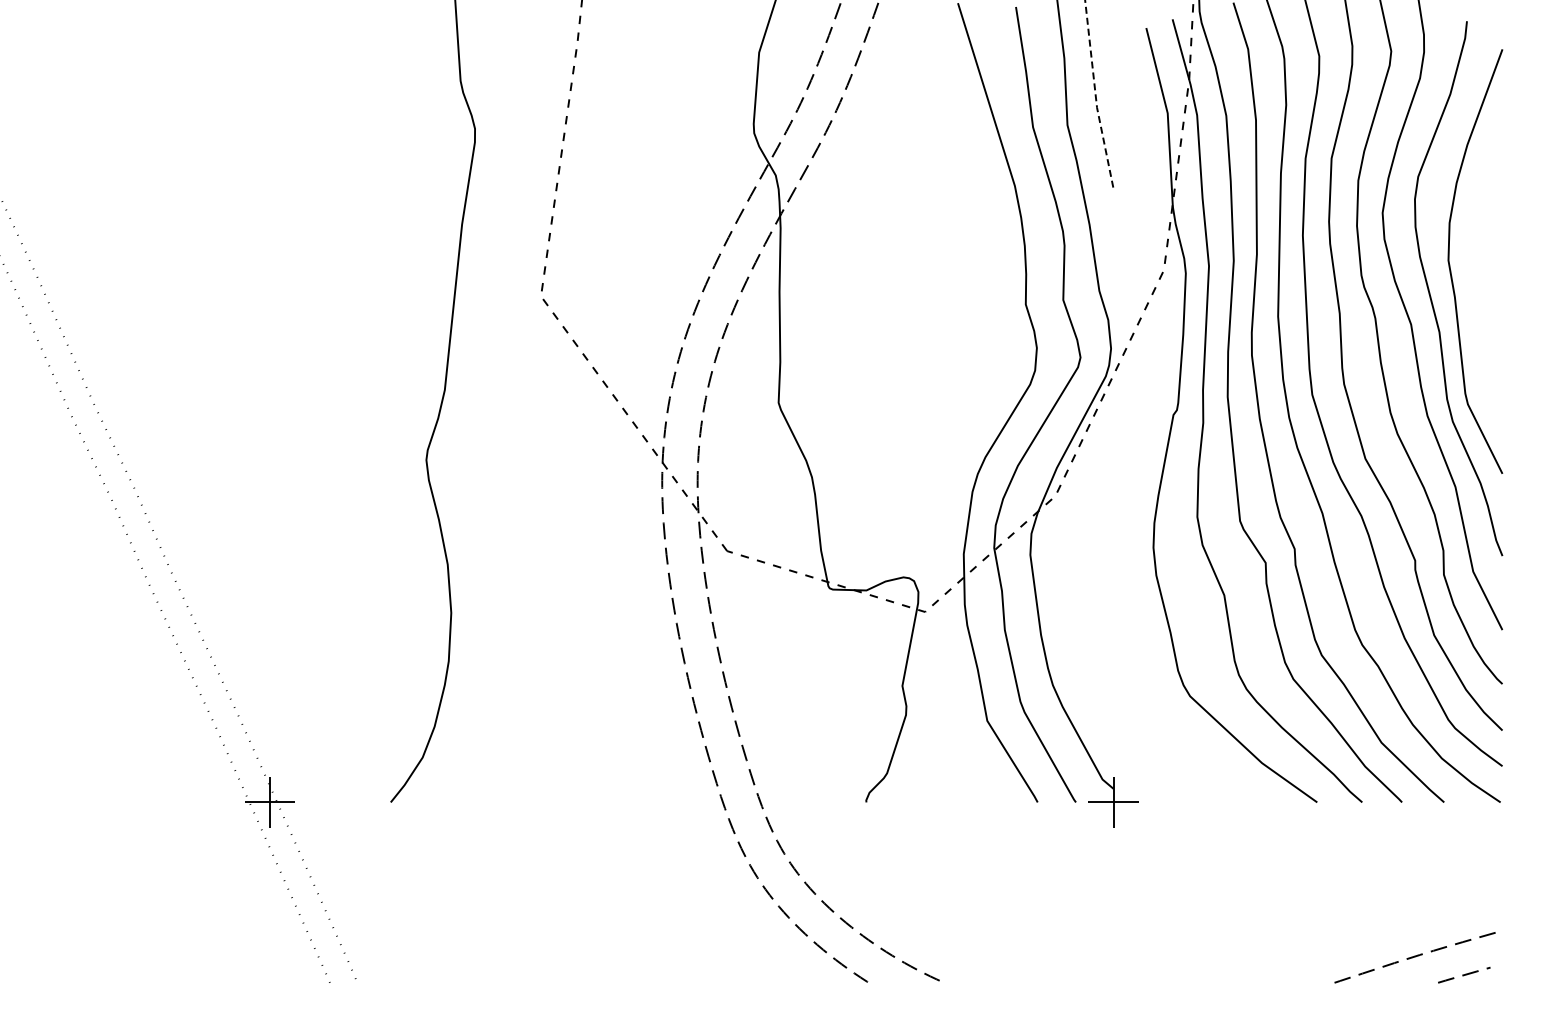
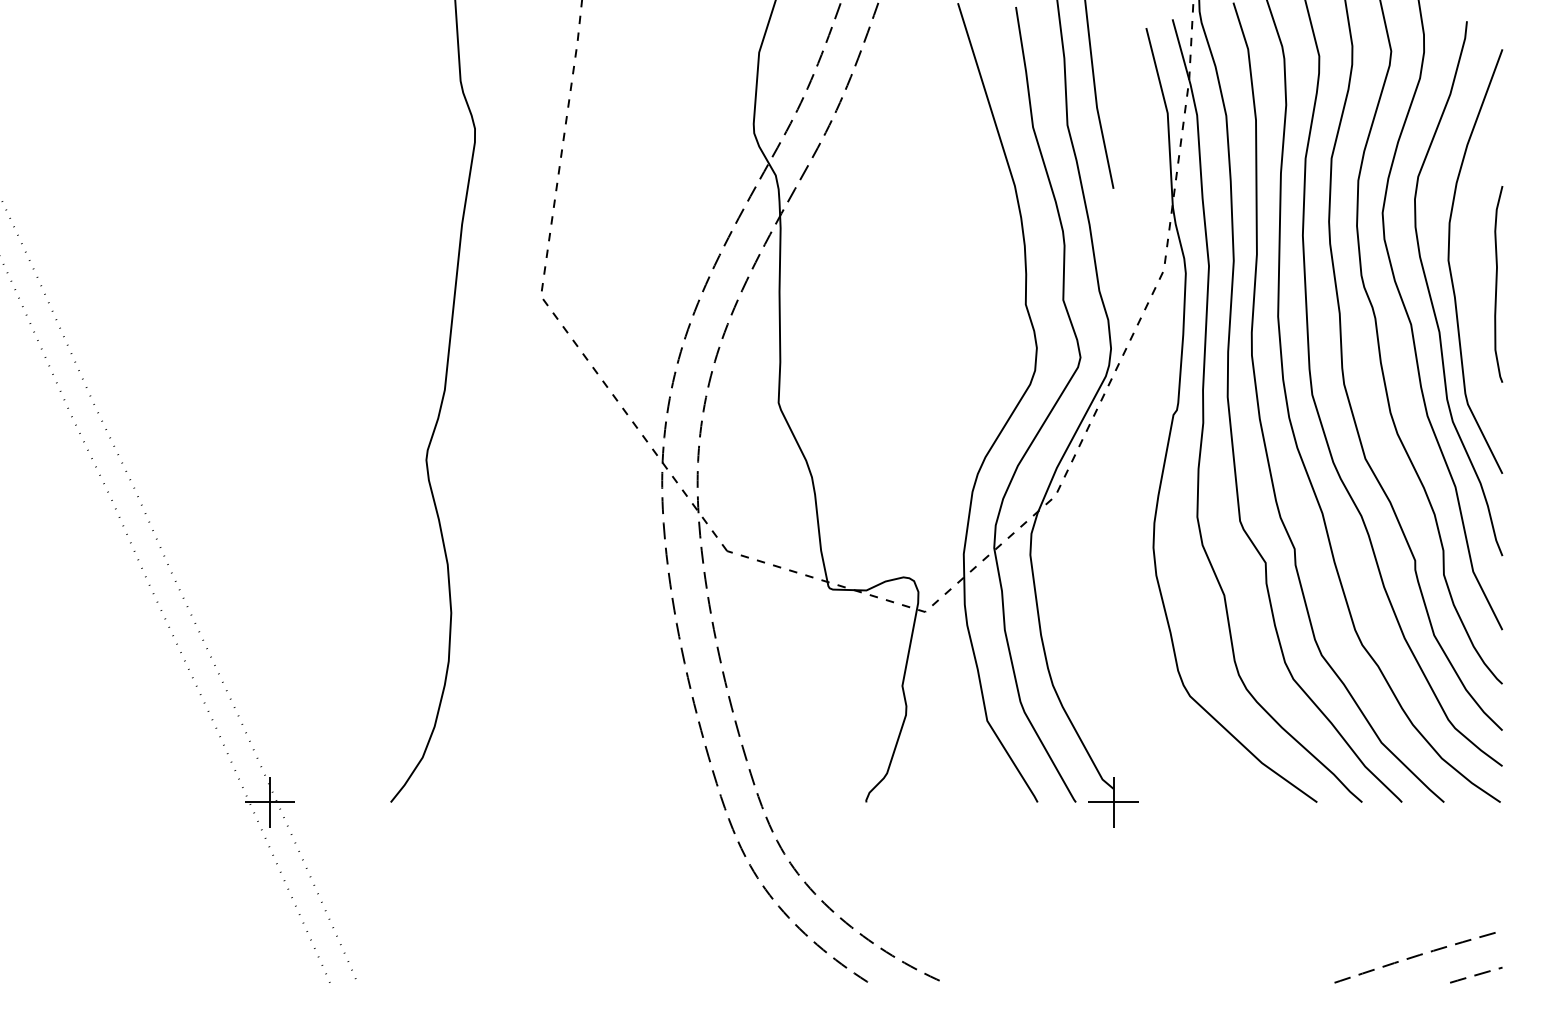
line at (1095, 95): dashed -> solid
curve at (1497, 284): none -> present
line at (1464, 975) position: (1464, 975) -> (1476, 975)
